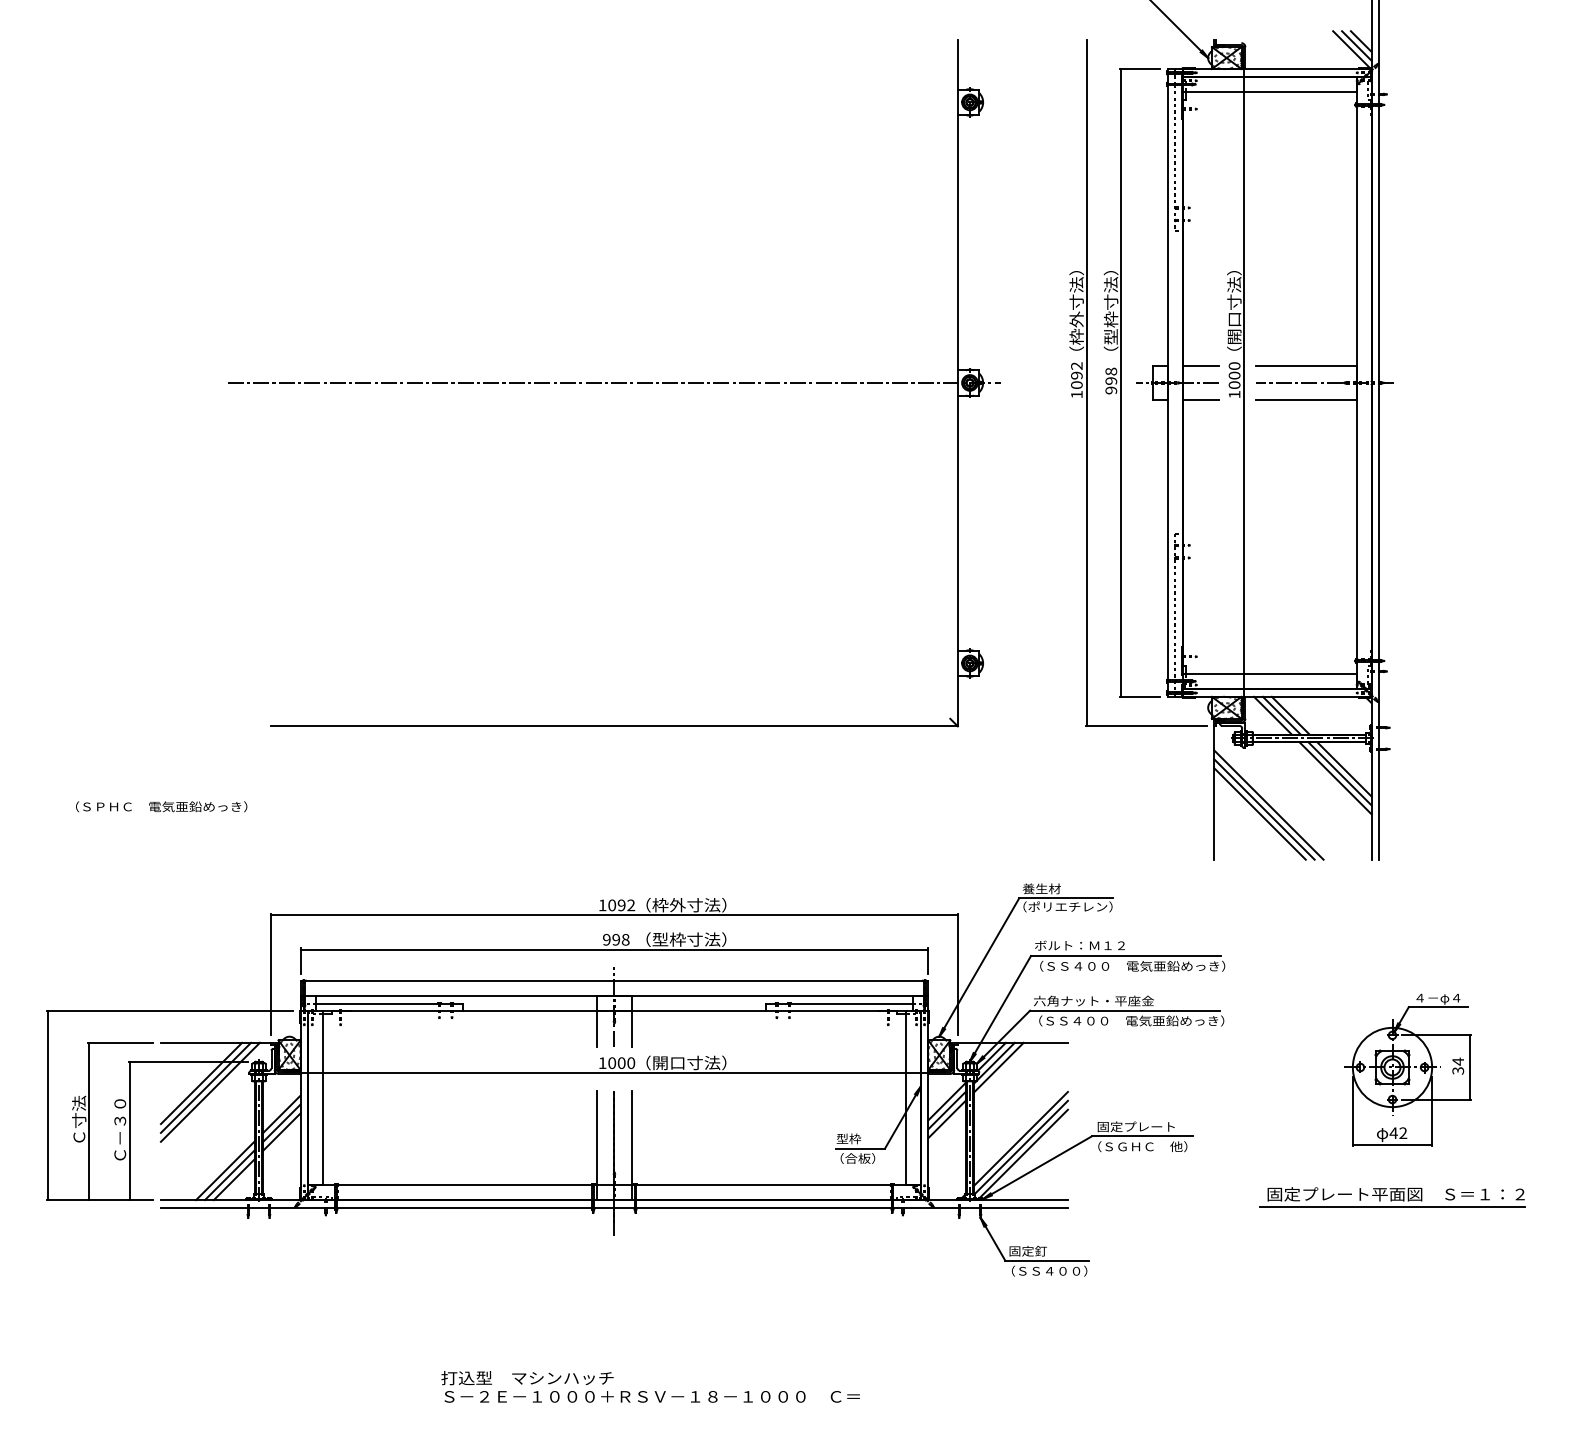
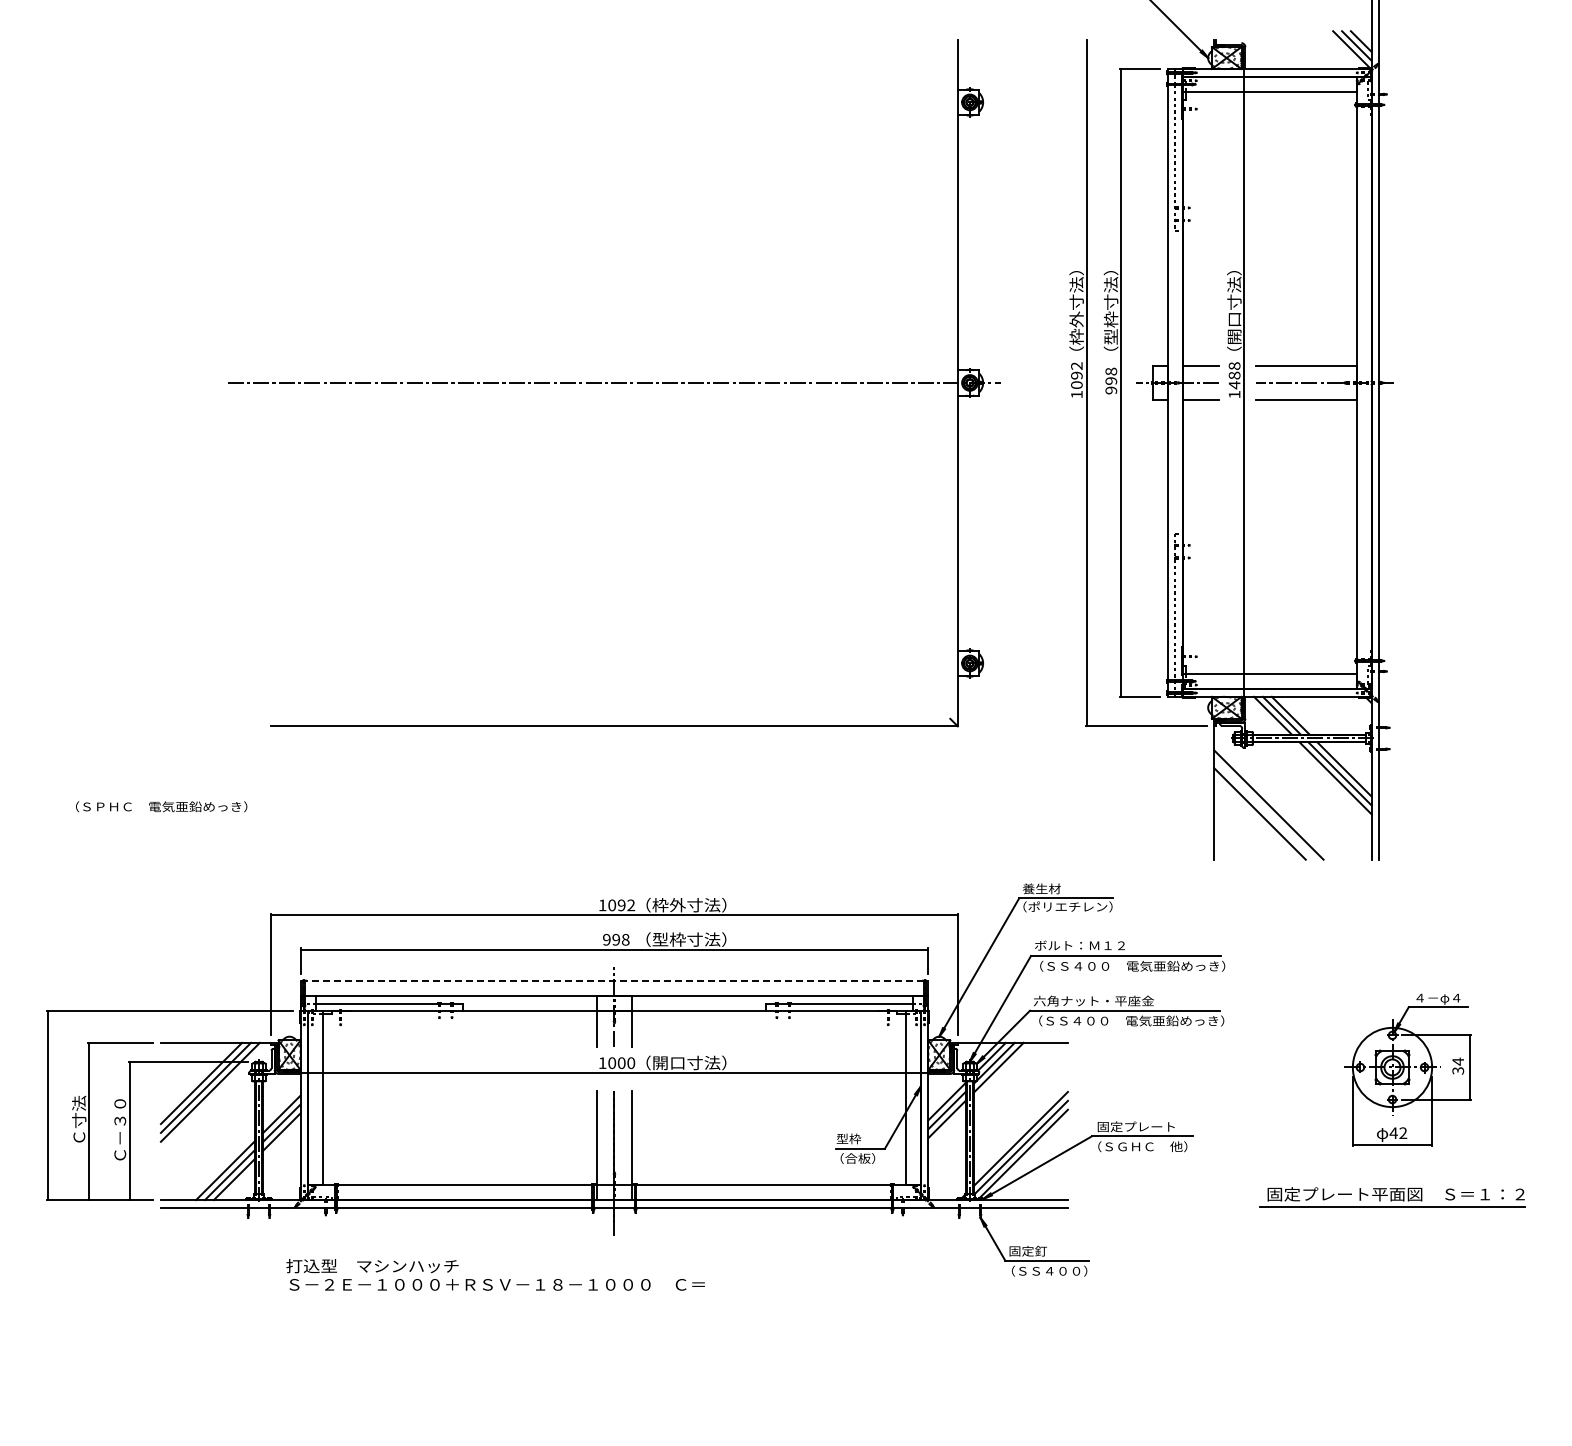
text at (1234, 375): 1000 -> 1488
line at (1264, 809): present -> none
line at (614, 981): solid -> dashed
text at (650, 1386) position: (650, 1386) -> (495, 1274)
